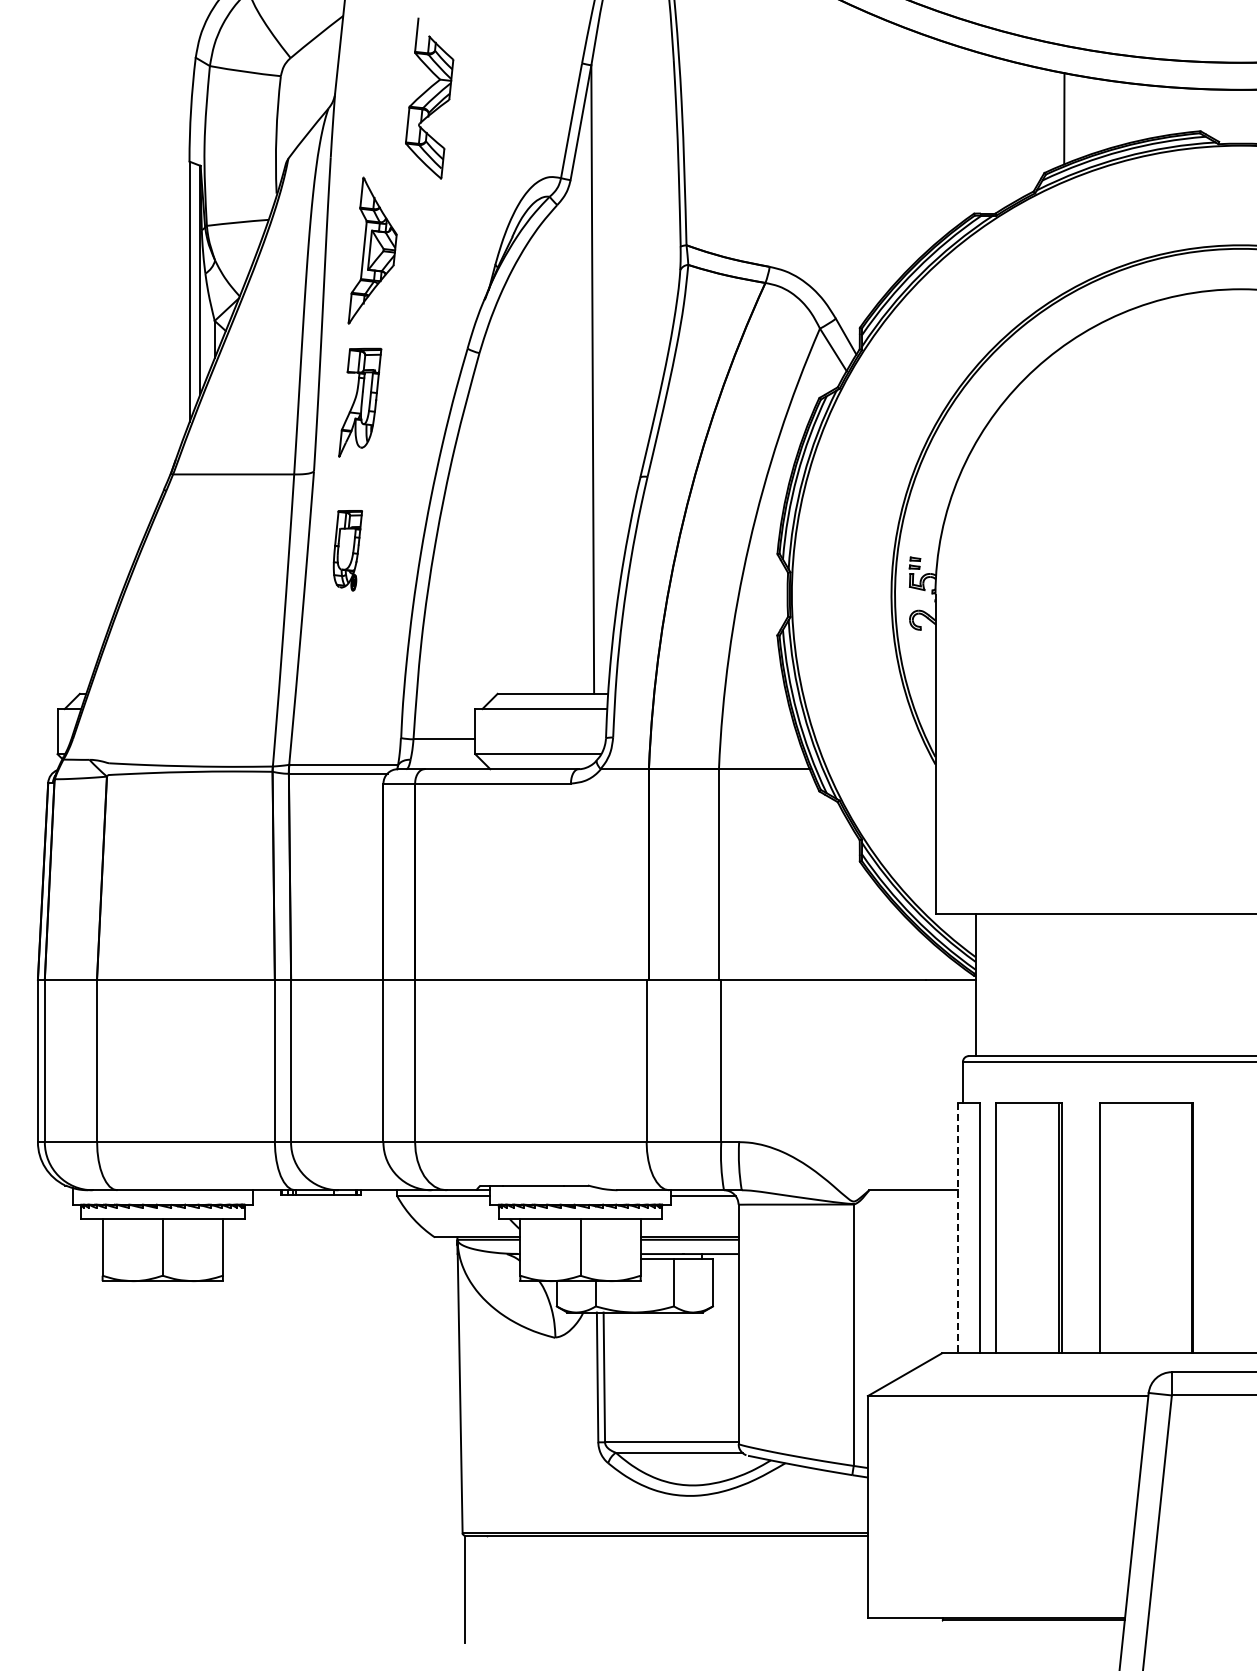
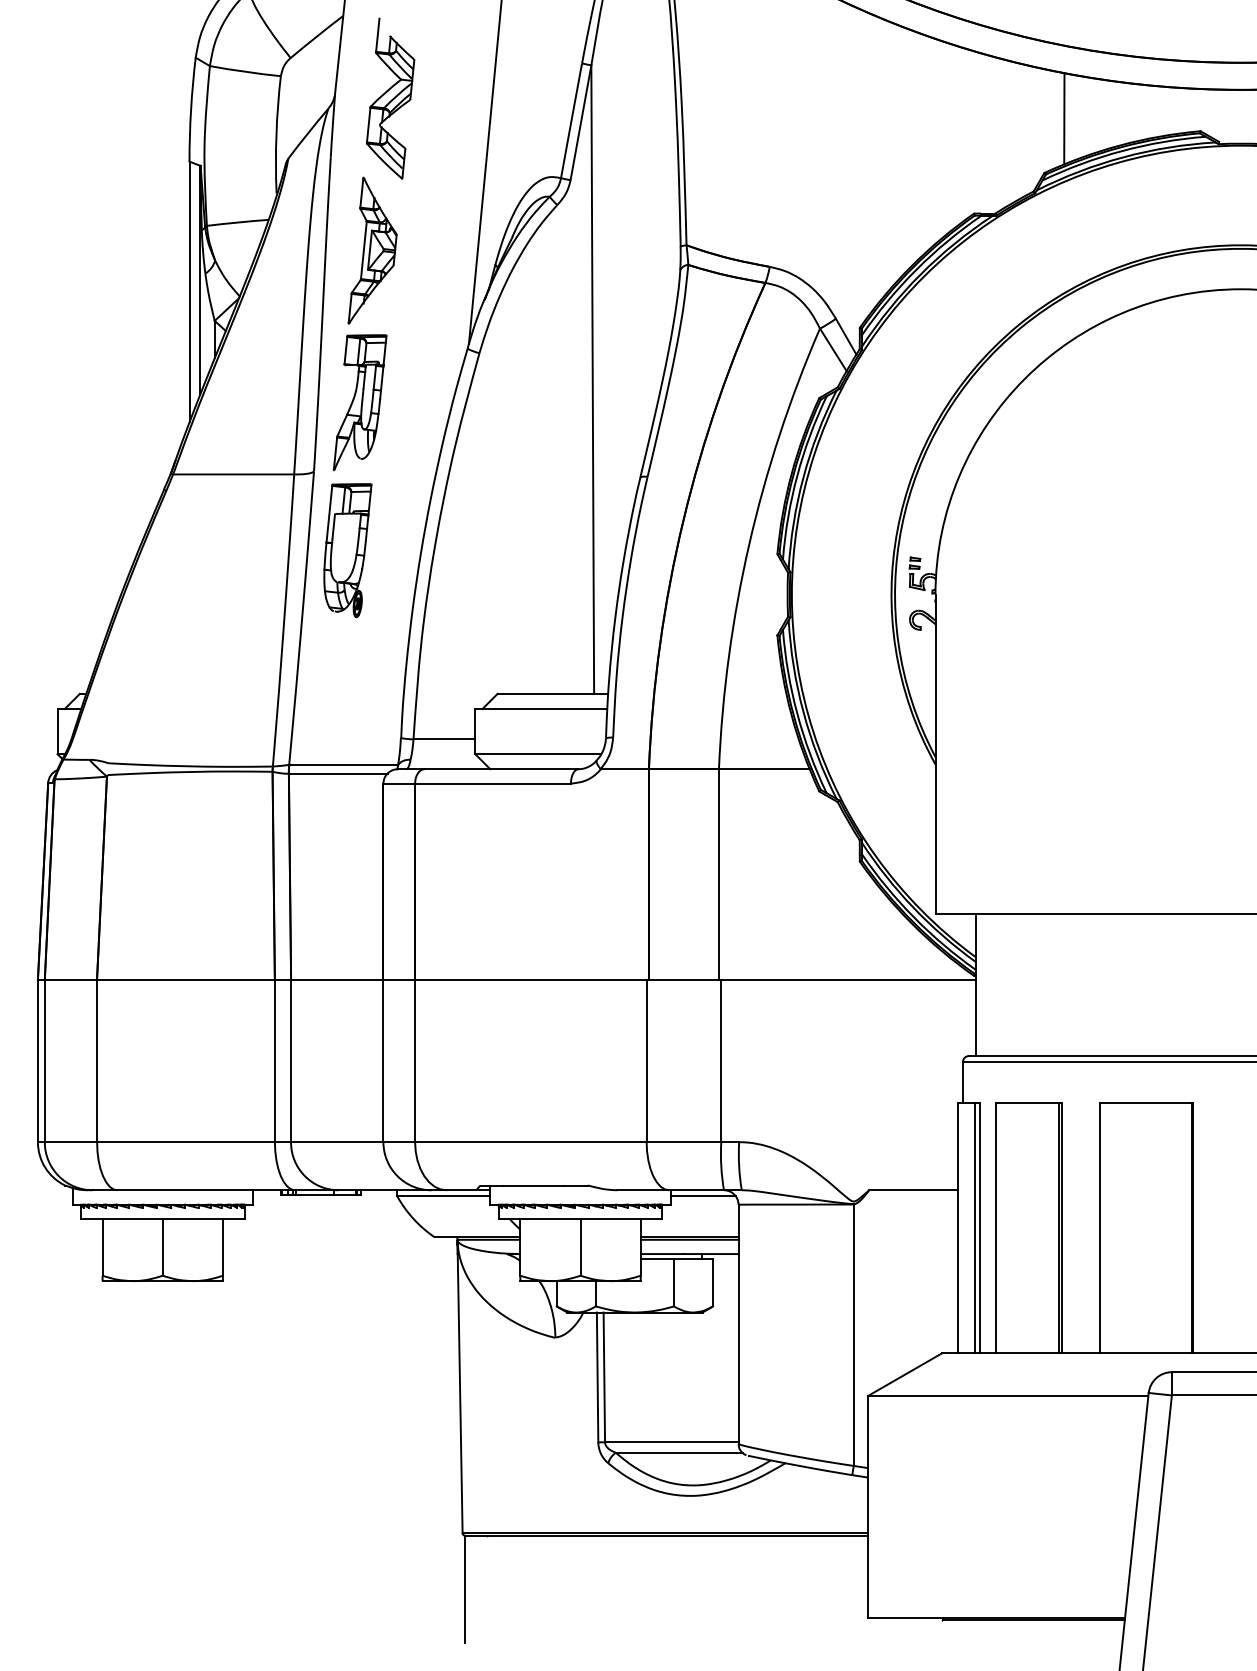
part at (429, 98) position: (429, 98) -> (390, 98)
line at (484, 173): none -> present
part at (360, 402) size: 45x111 px -> 55x138 px
part at (347, 550) size: 31x82 px -> 50x136 px
line at (975, 1227): none -> present
line at (958, 1228): dashed -> solid
